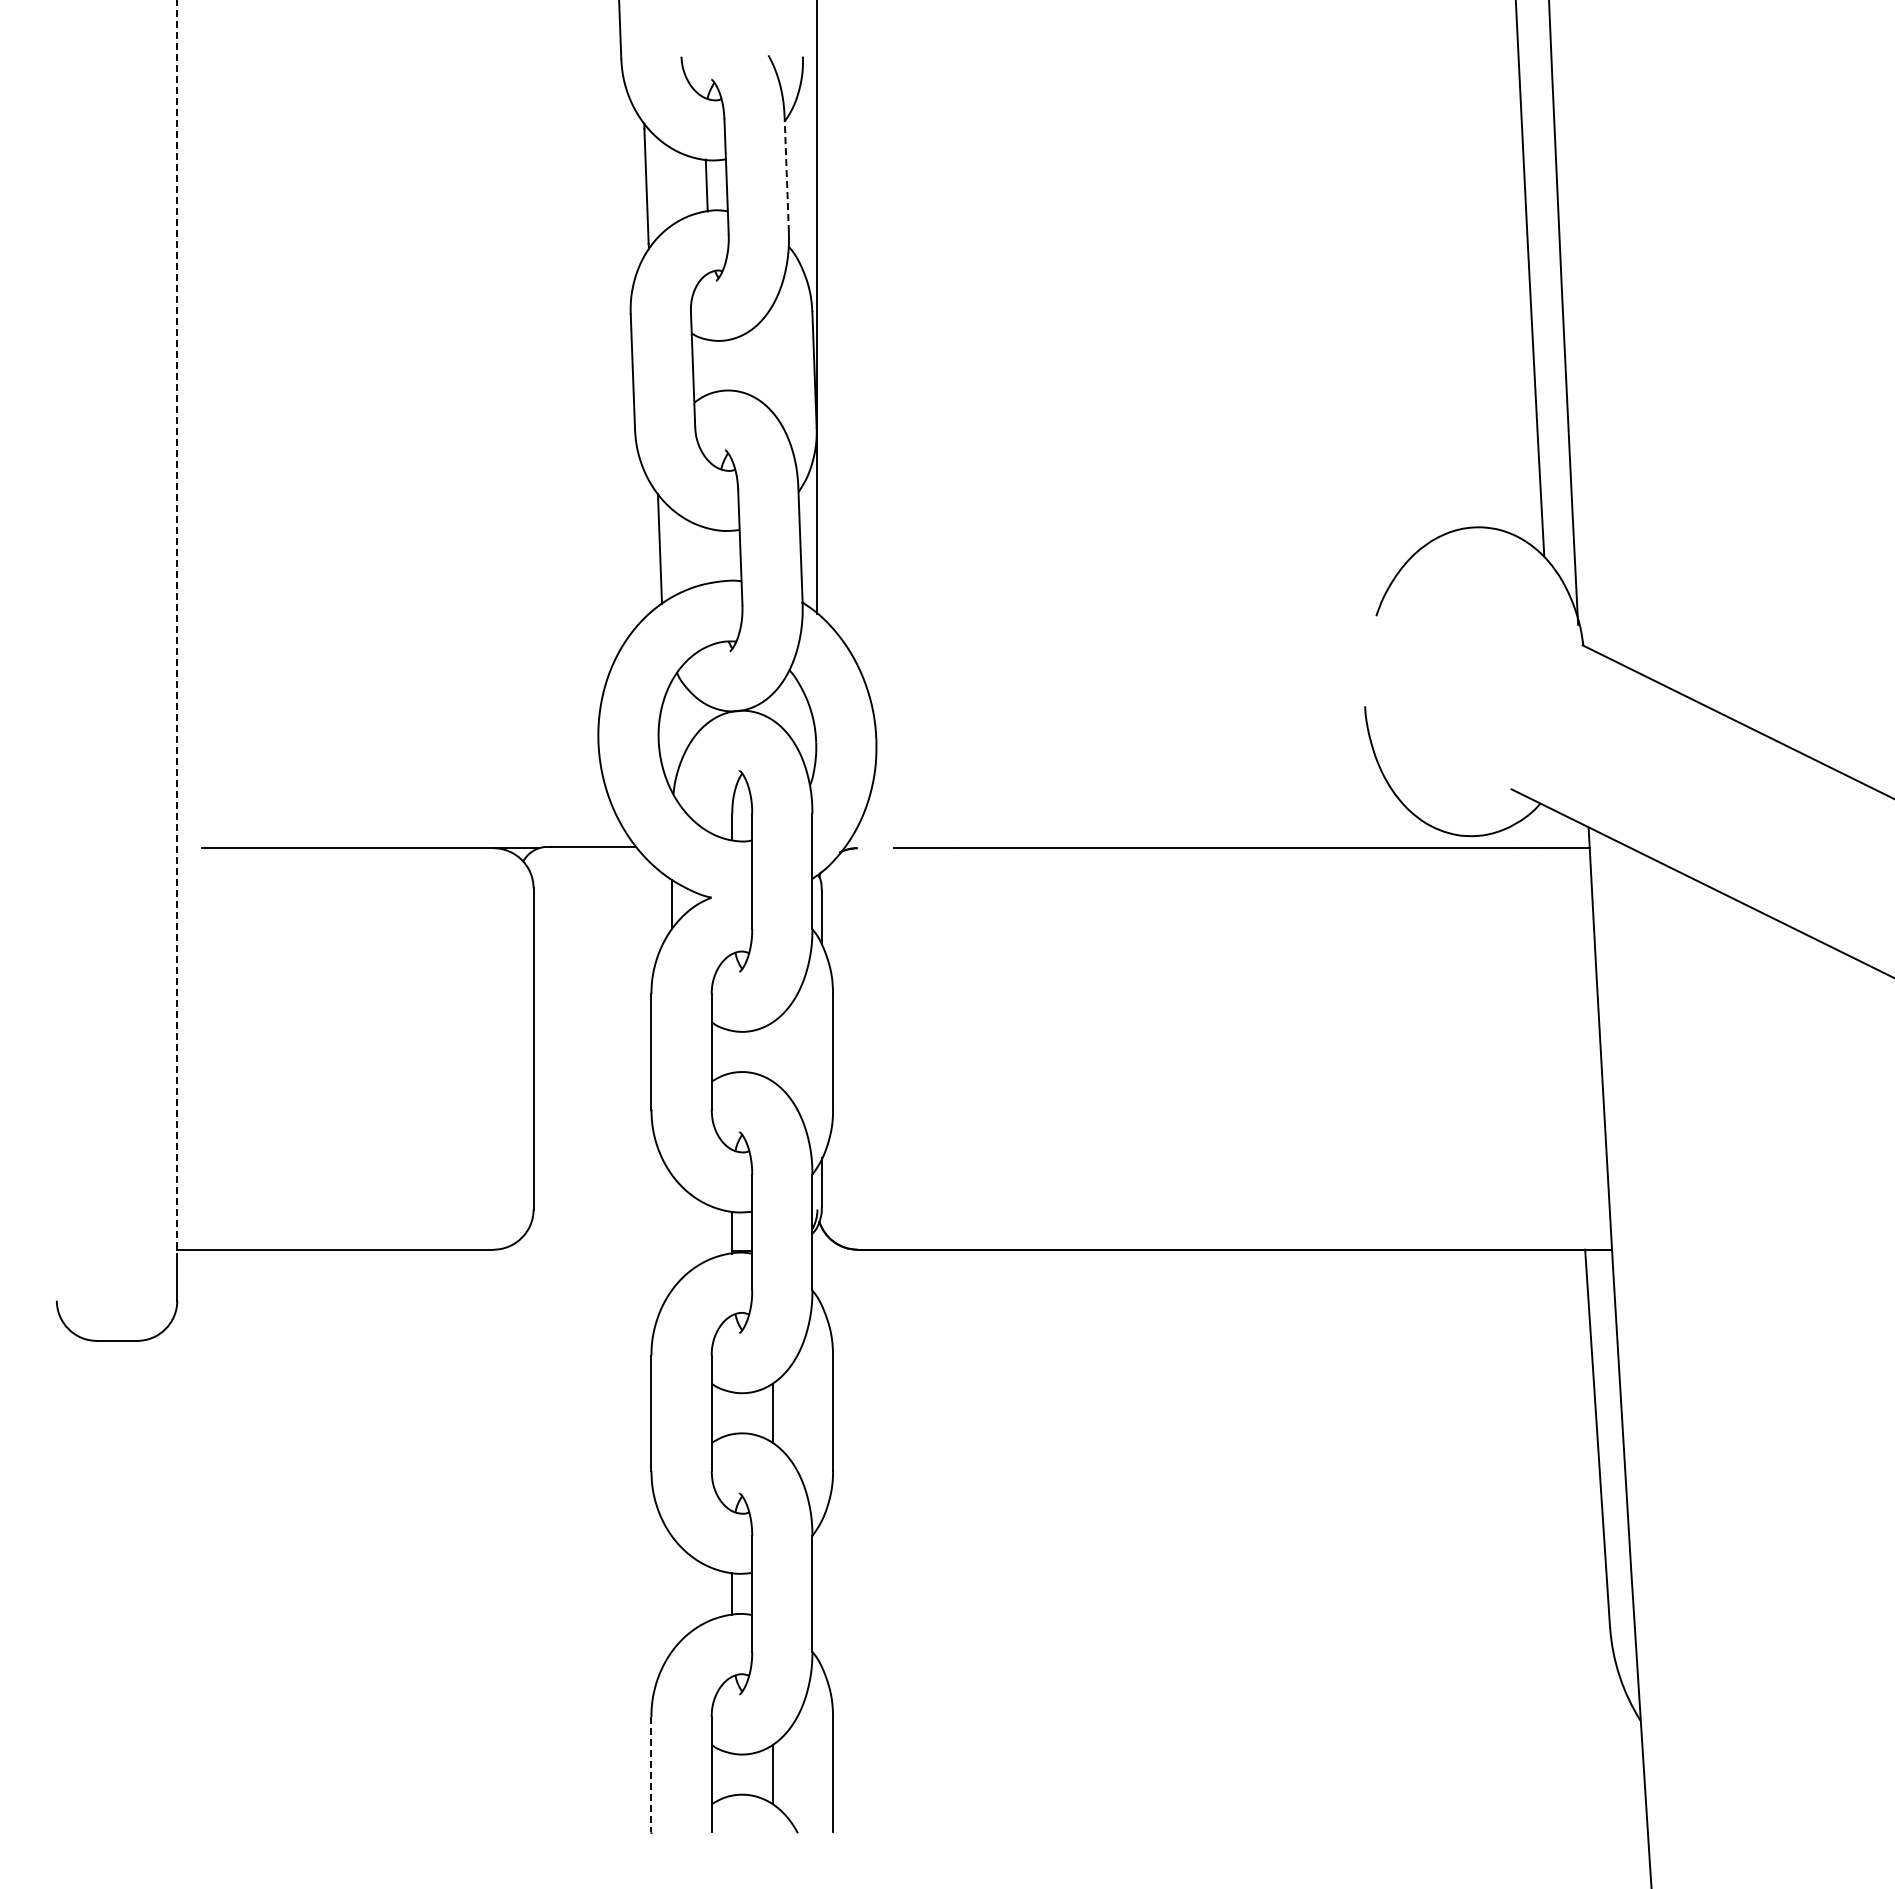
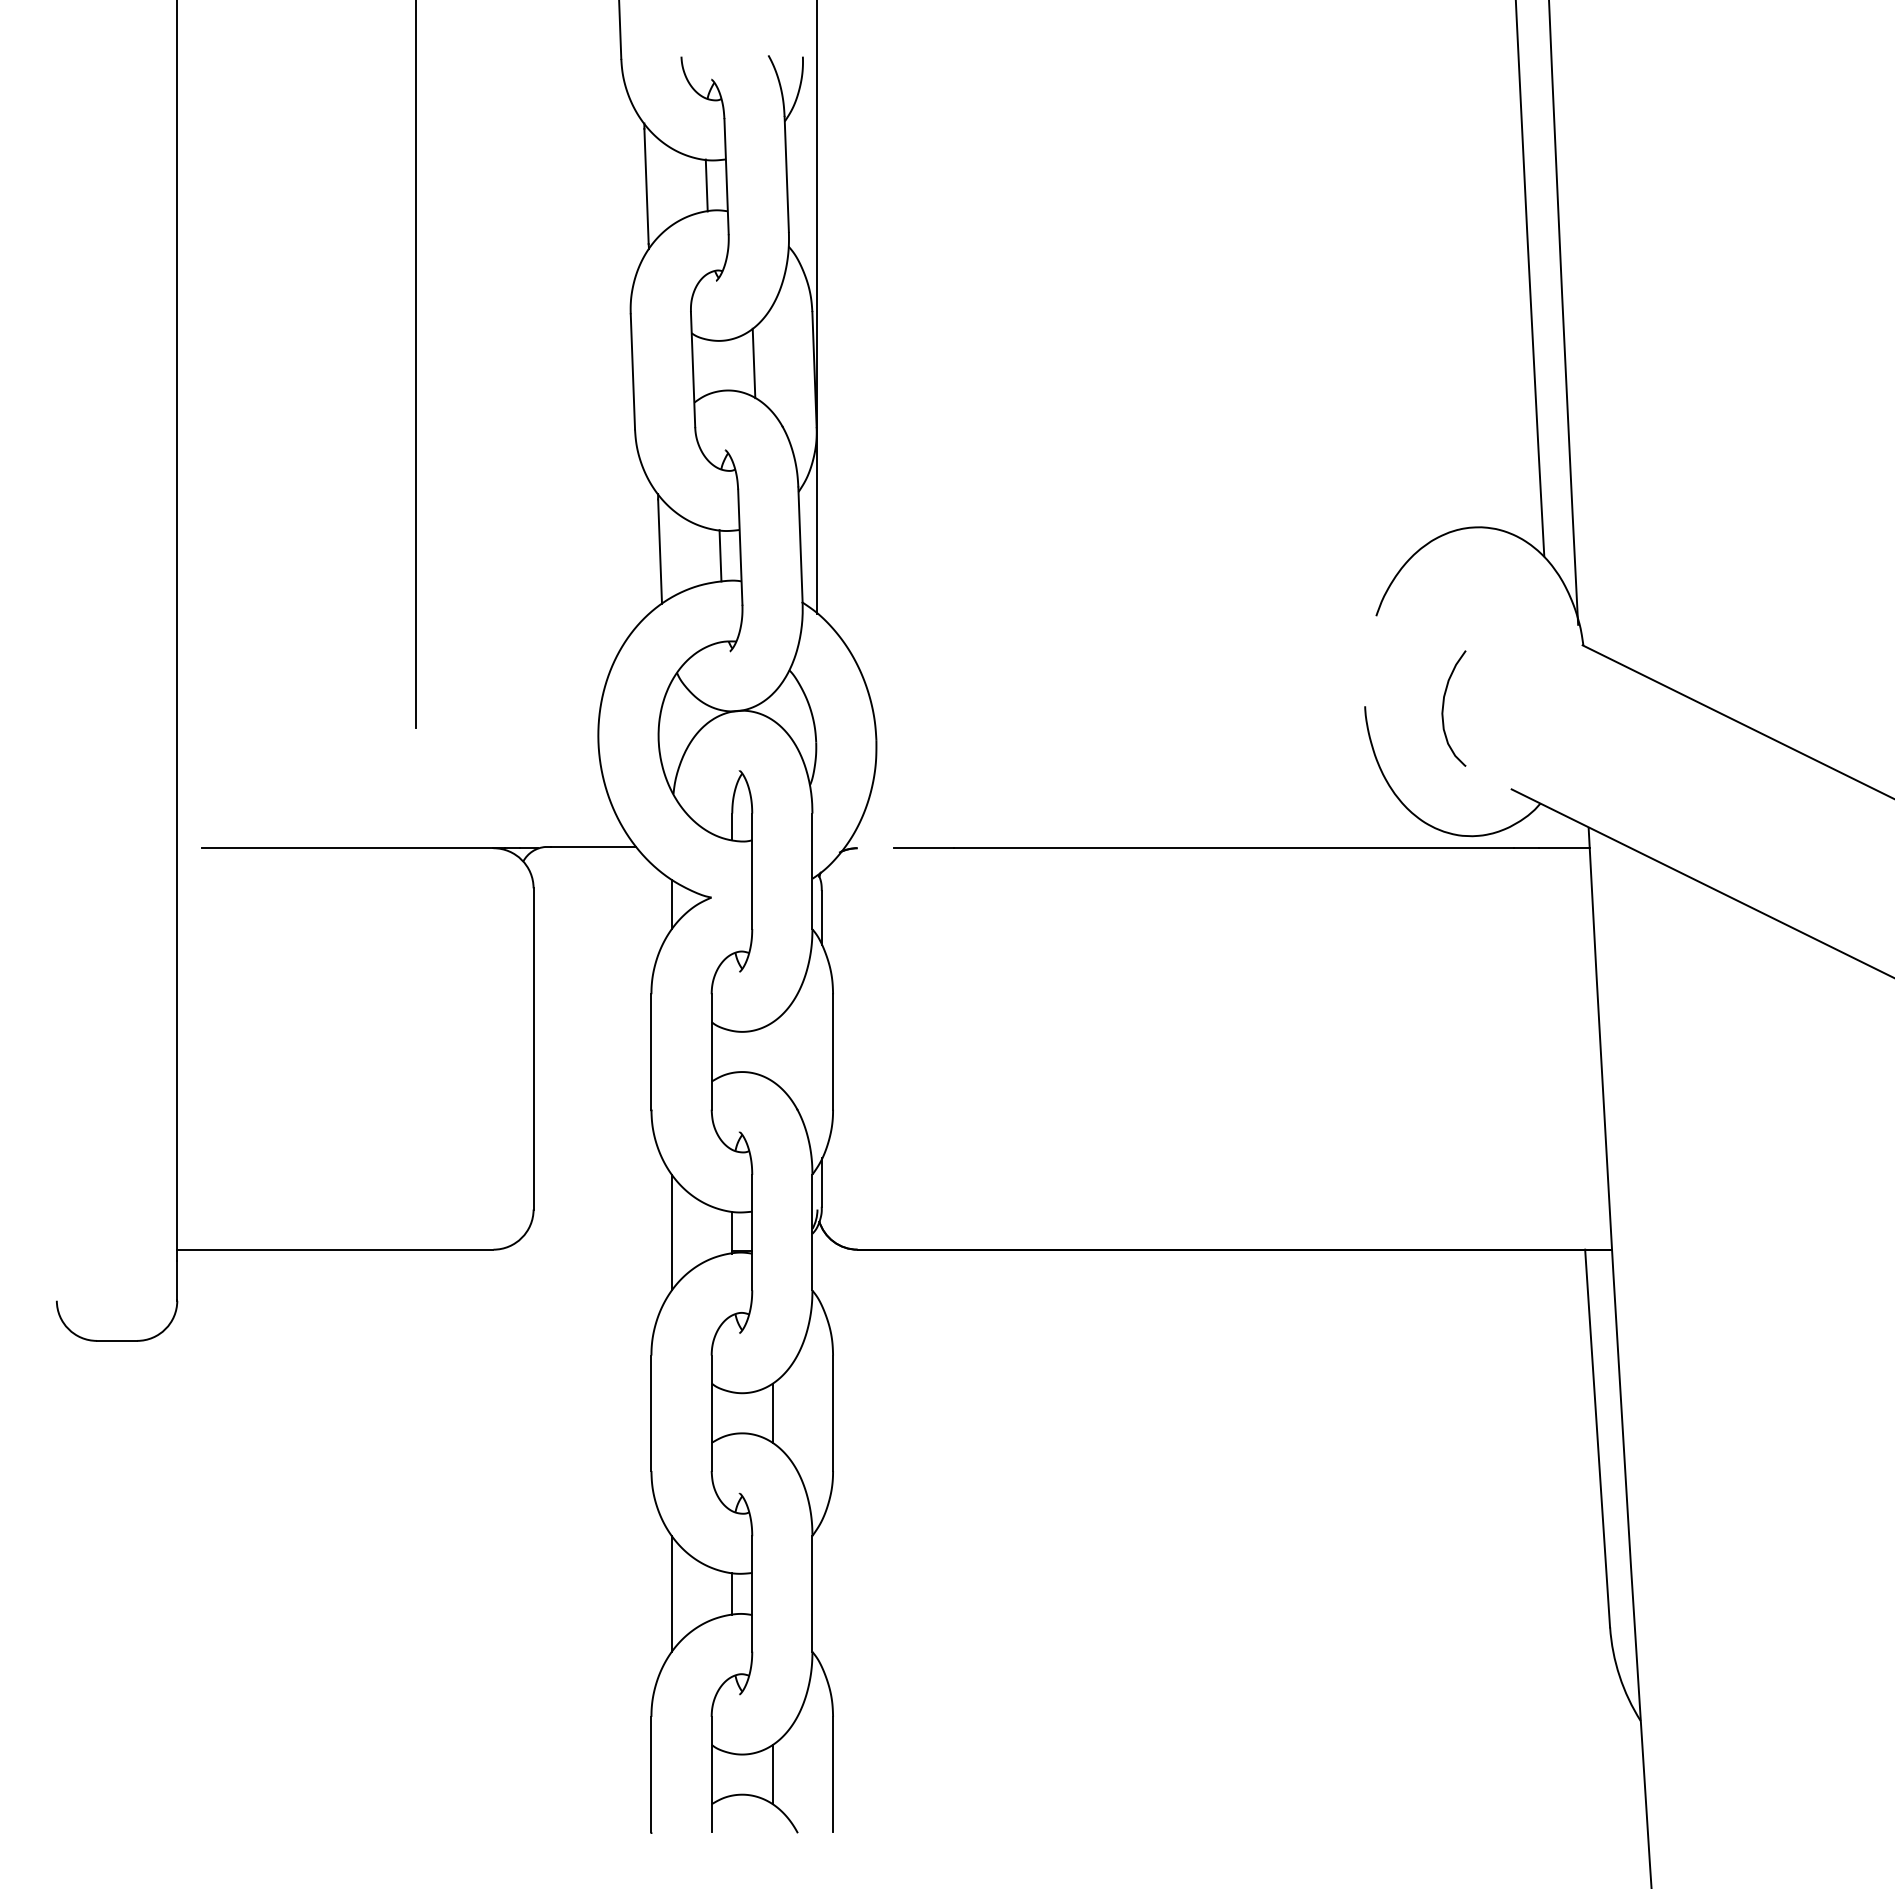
line at (786, 174): dashed -> solid
line at (753, 363): none -> present
line at (416, 364): none -> present
line at (720, 555): none -> present
line at (177, 630): dashed -> solid
curve at (1444, 705): none -> present
line at (672, 1232): none -> present
line at (672, 1593): none -> present
line at (651, 1774): dashed -> solid
